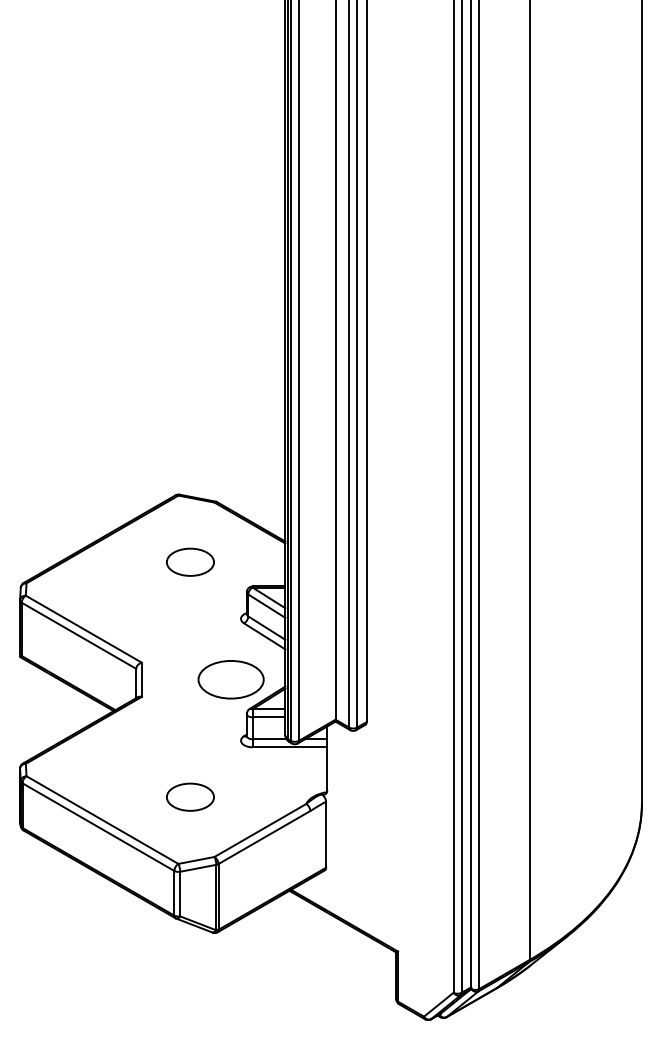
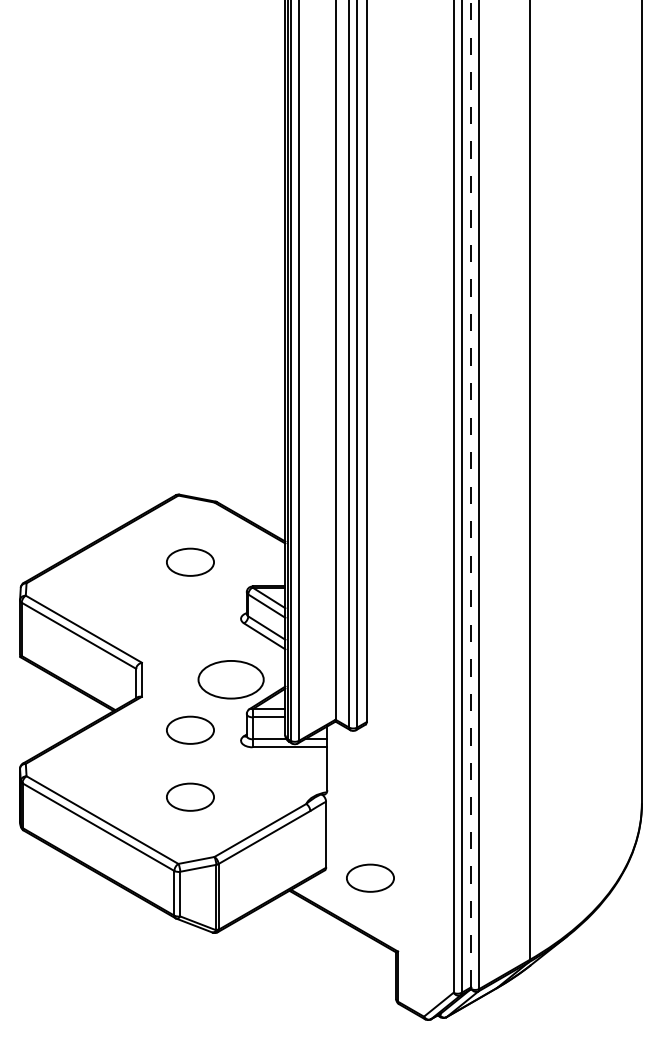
line at (471, 493): solid -> dashed
part at (190, 729): none -> present
part at (370, 877): none -> present
